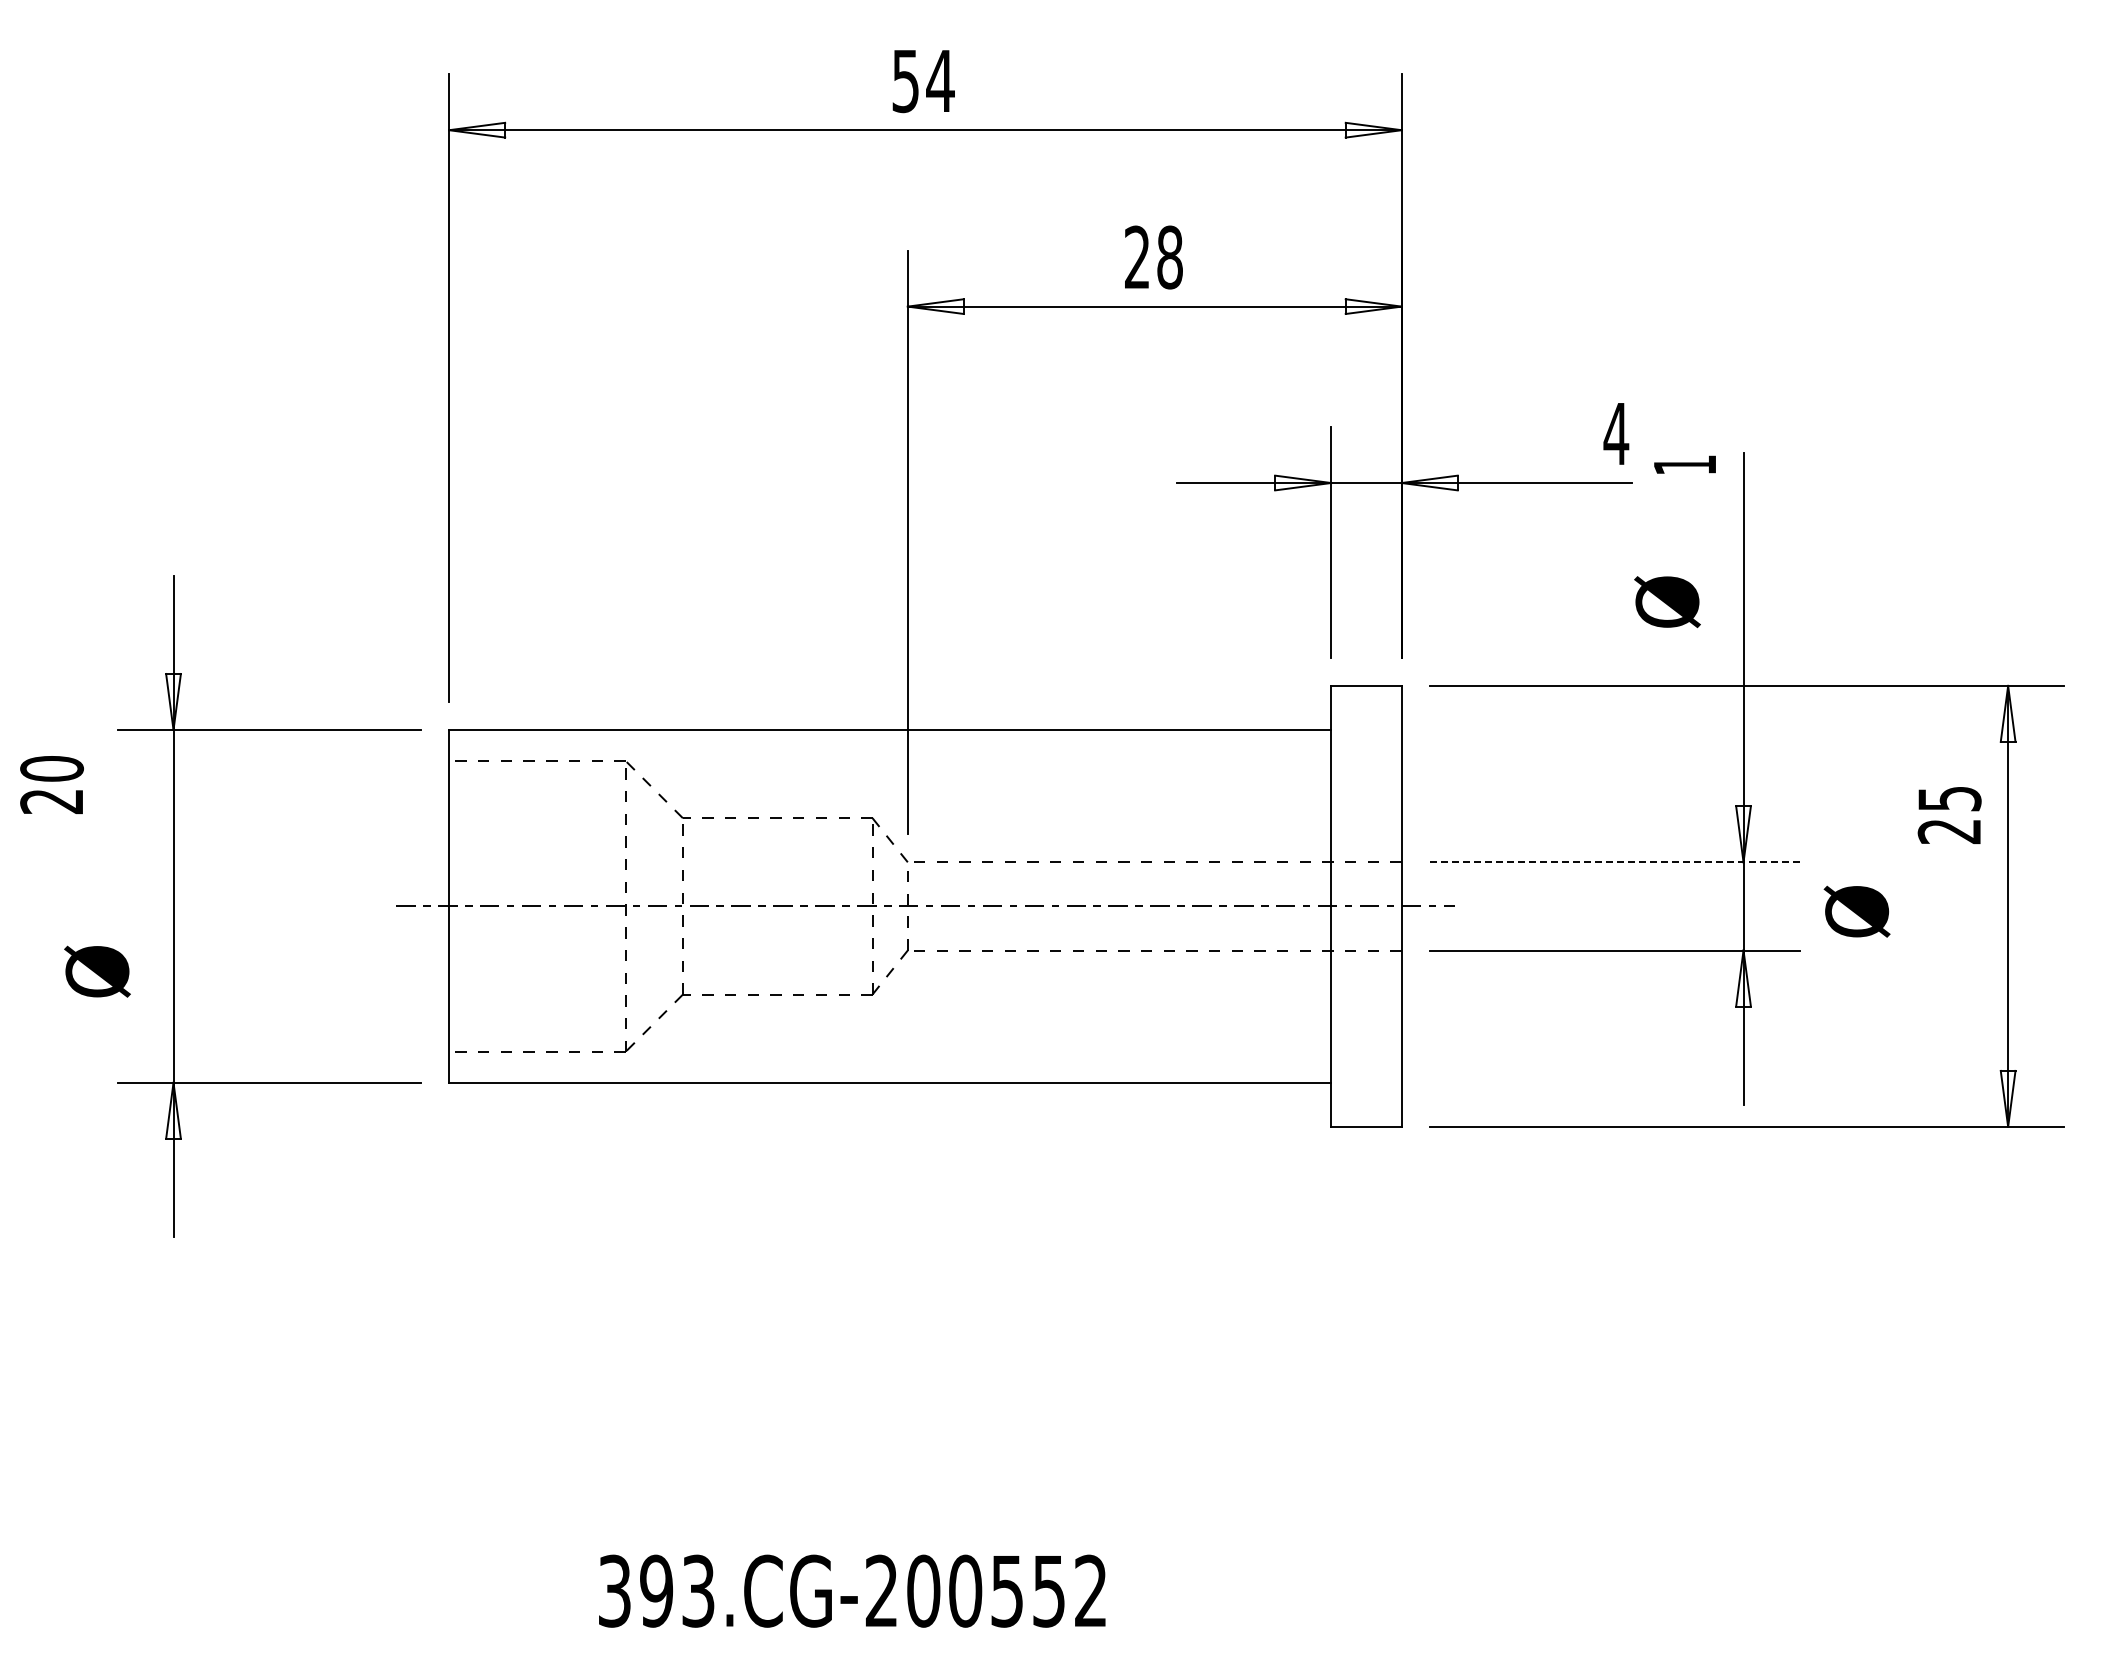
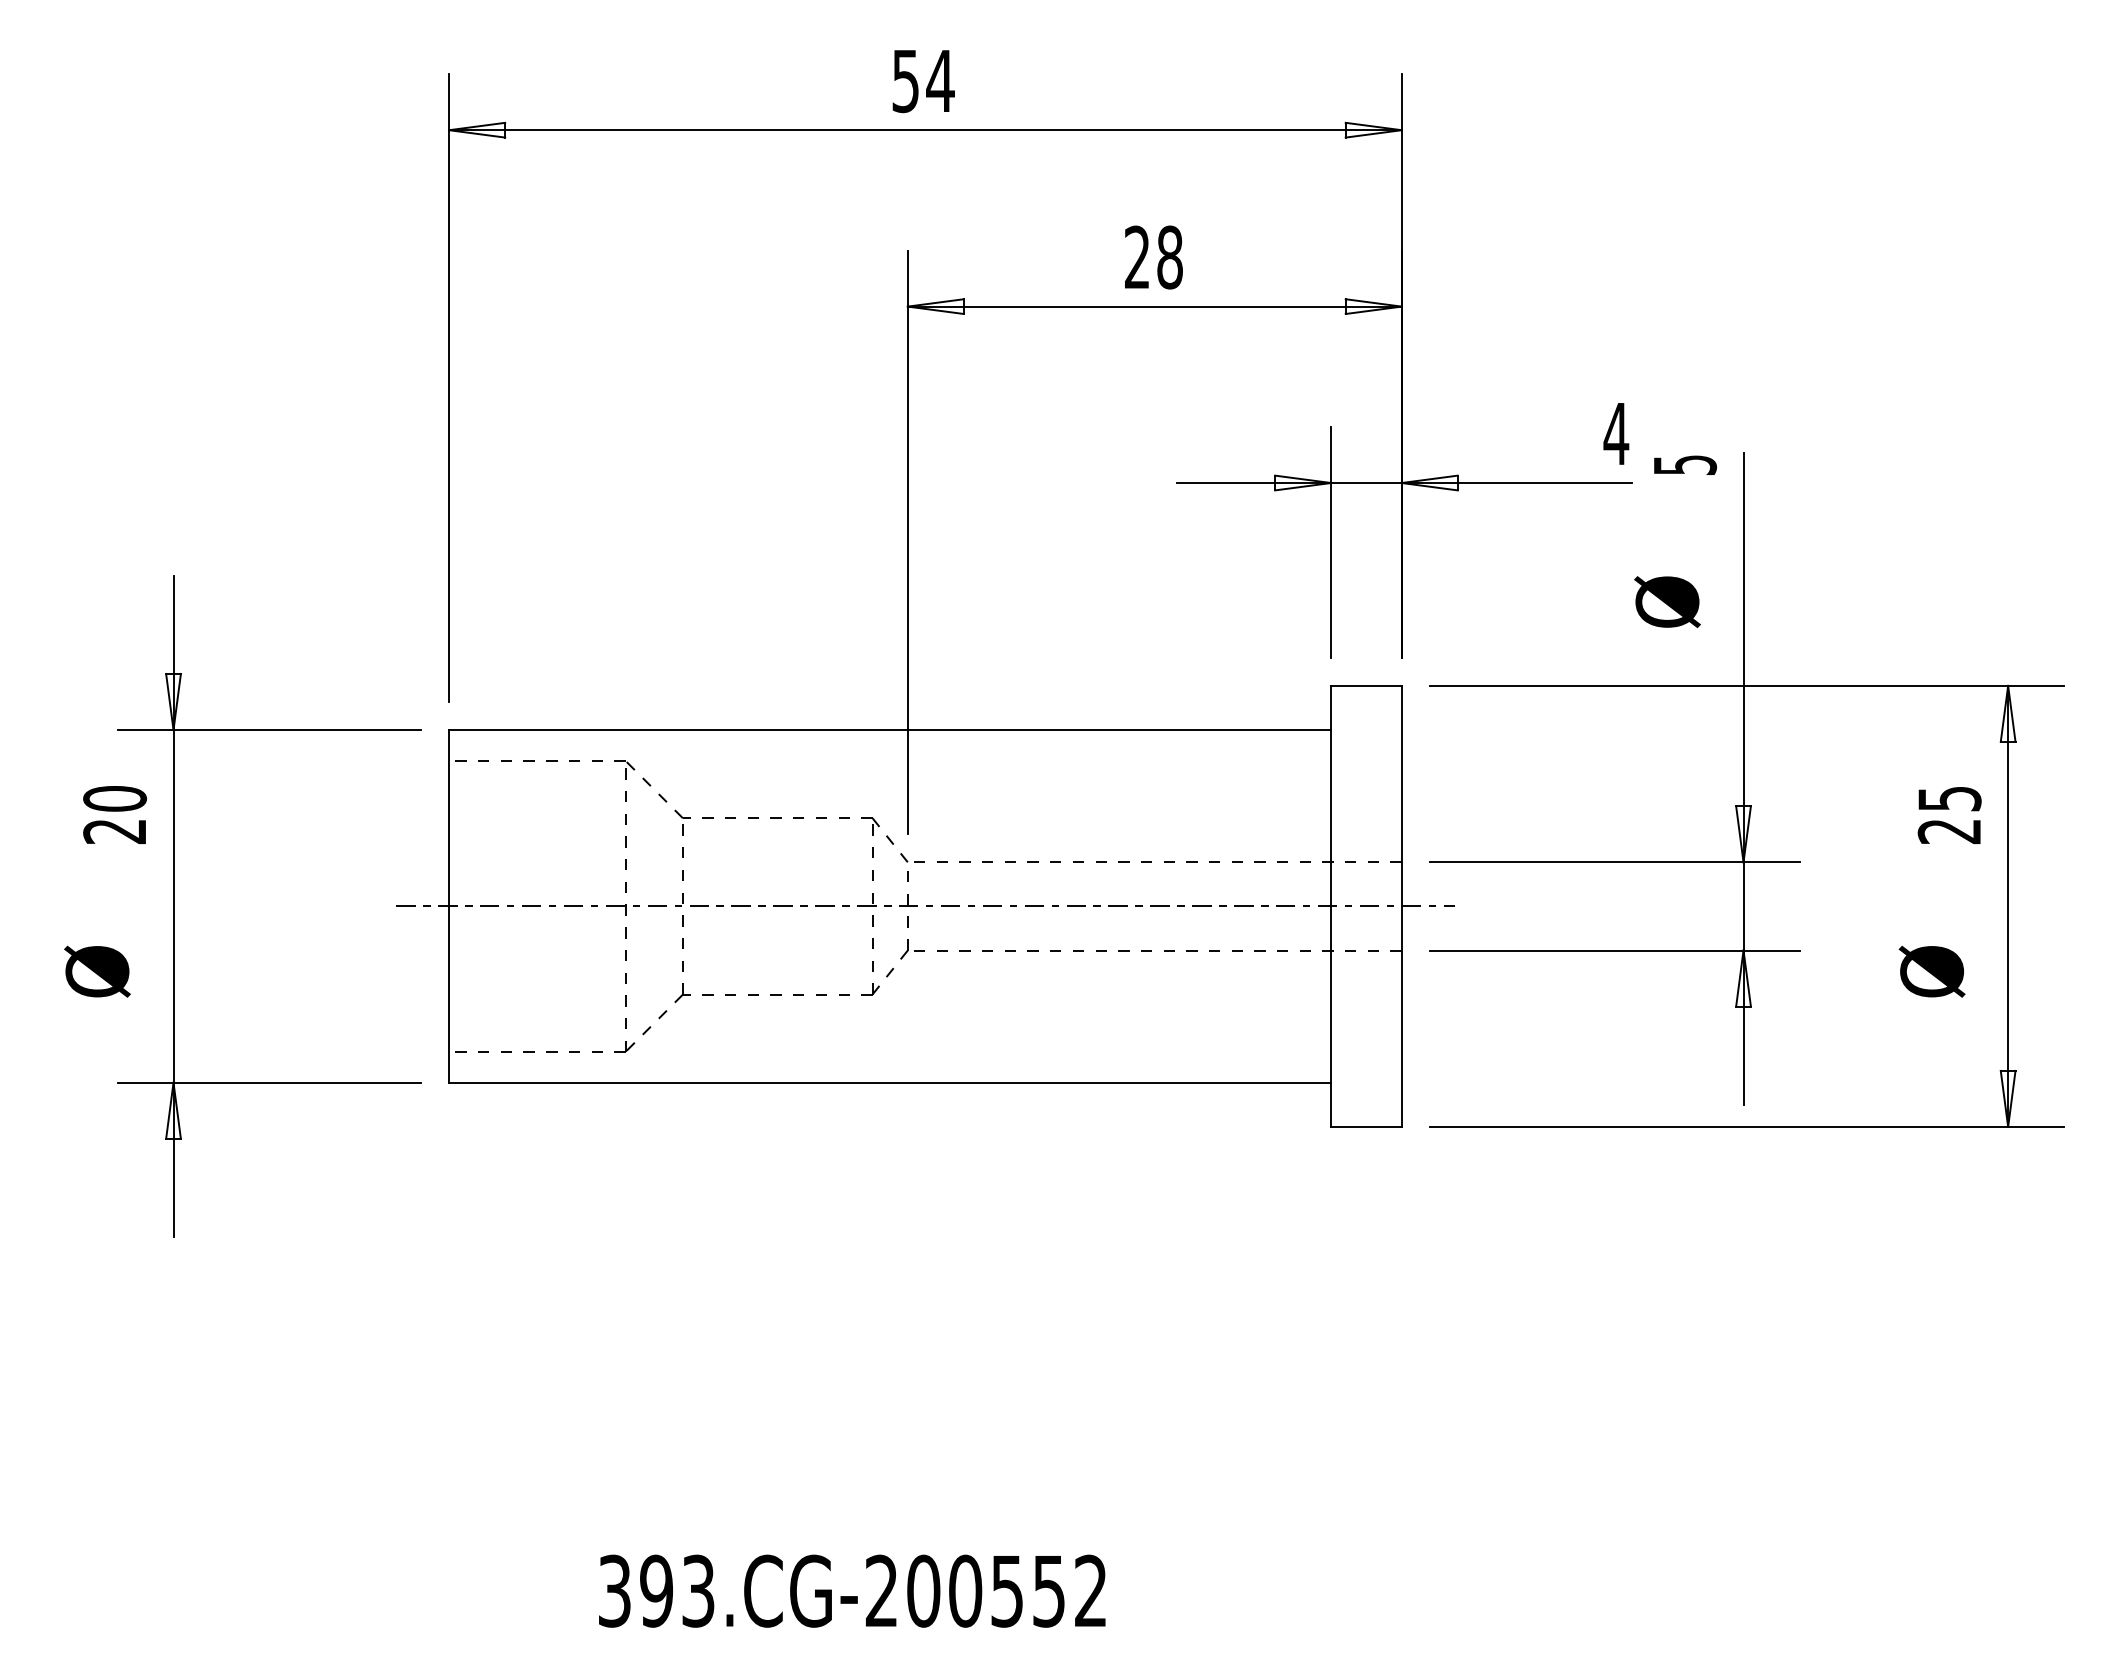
text at (1685, 464): 1 -> 5
text at (51, 784) position: (51, 784) -> (114, 814)
line at (1614, 862): dashed -> solid
text at (1856, 911) position: (1856, 911) -> (1931, 971)
